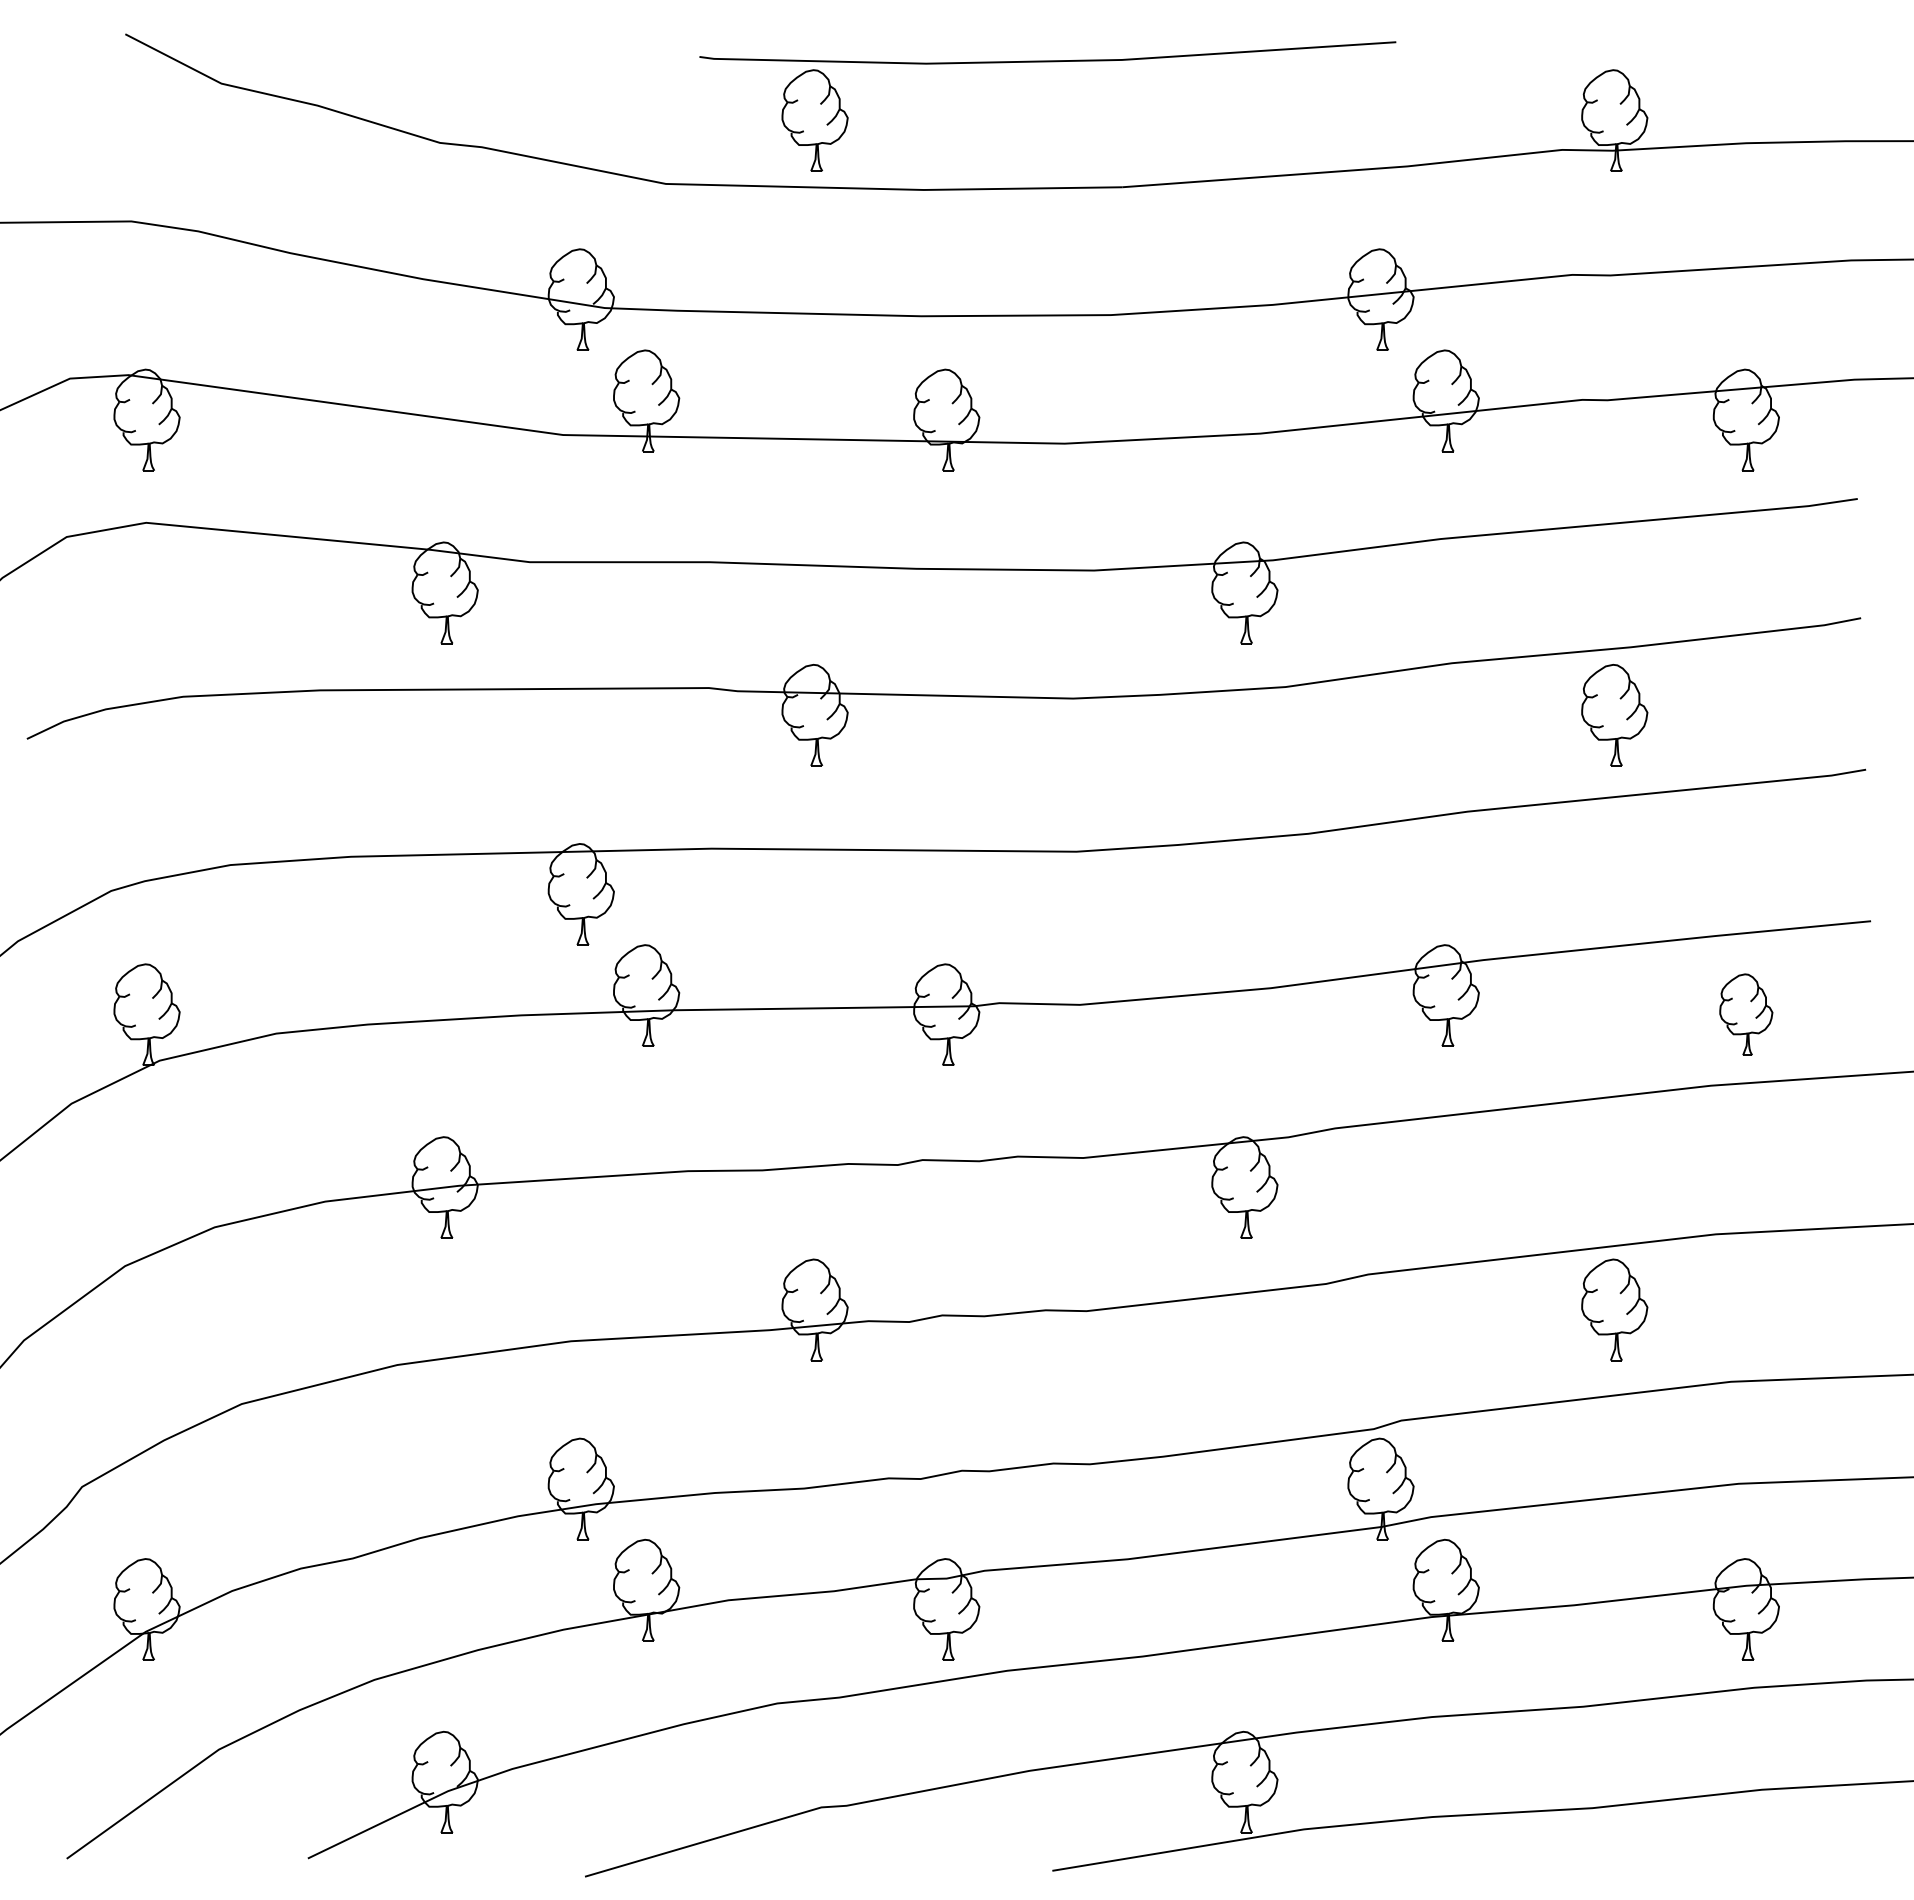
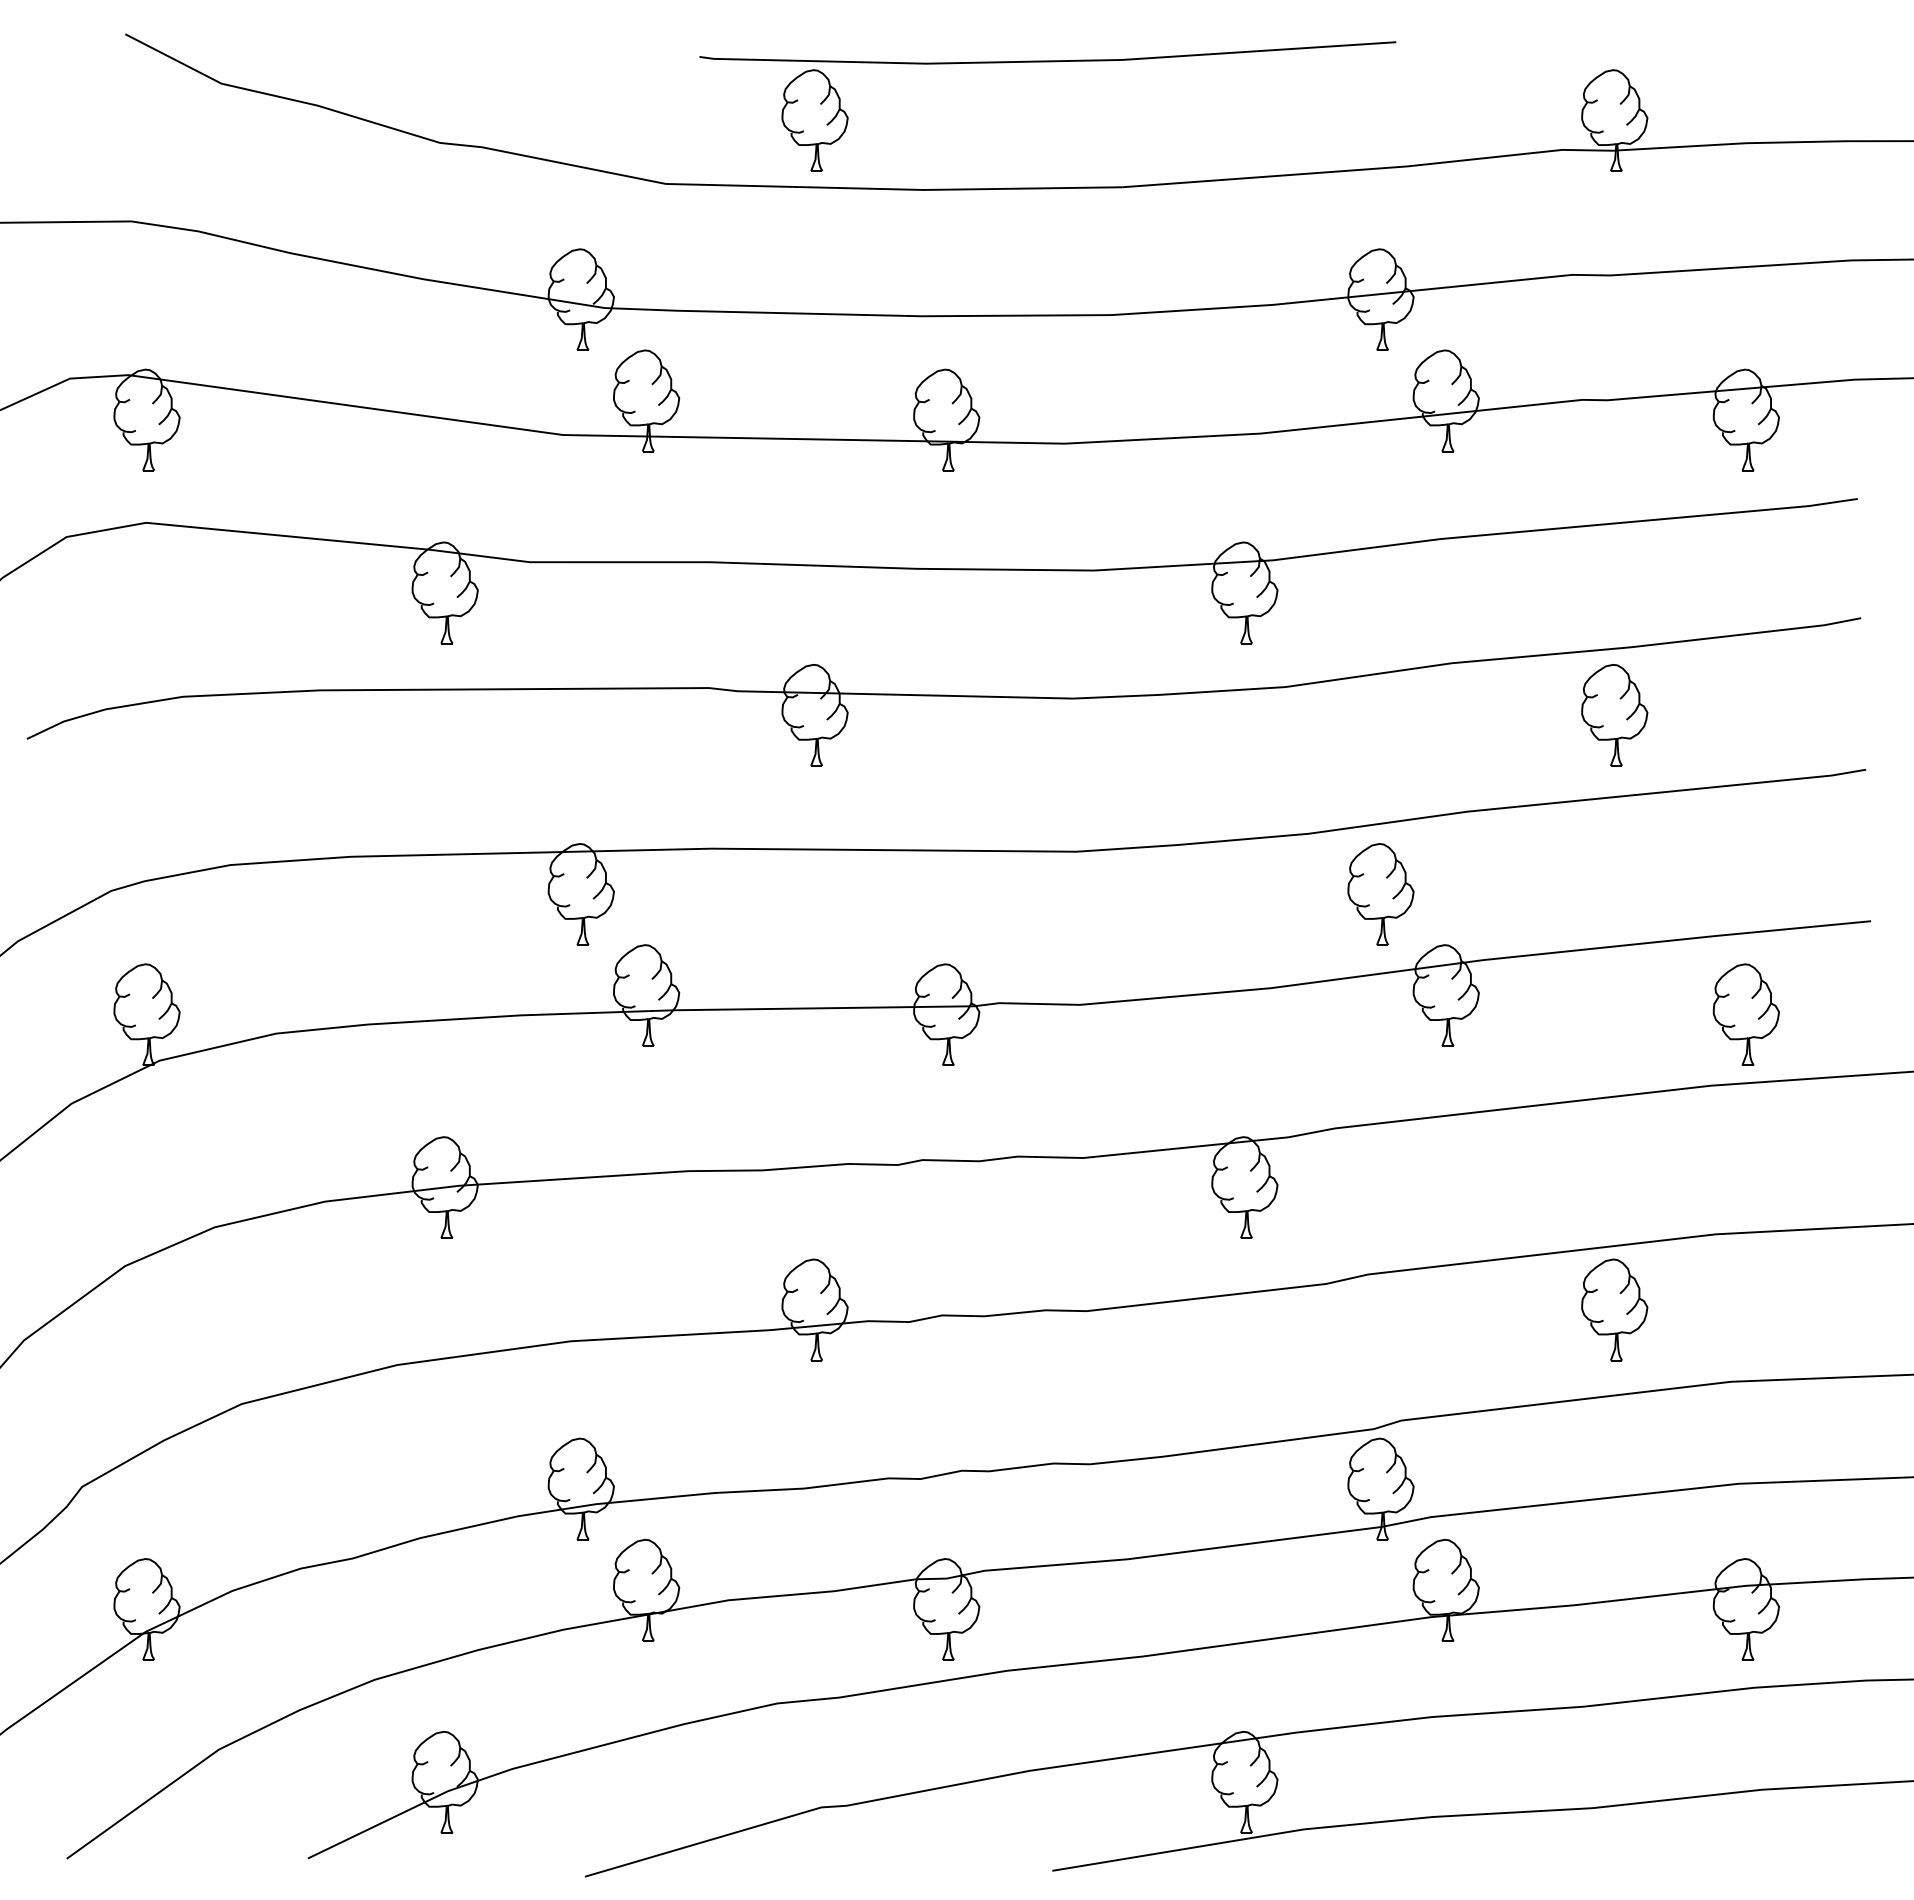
part at (1380, 894): none -> present
part at (1746, 1014) size: 55x83 px -> 68x103 px
